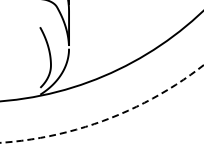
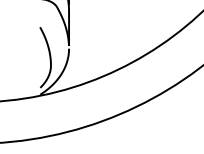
circle at (101, 103): dashed -> solid
